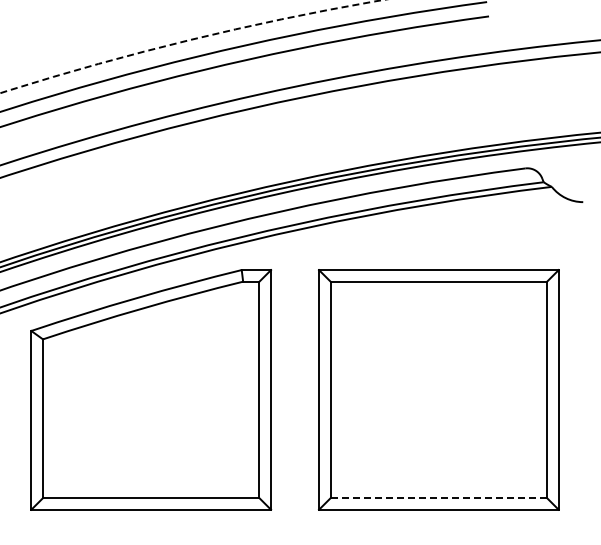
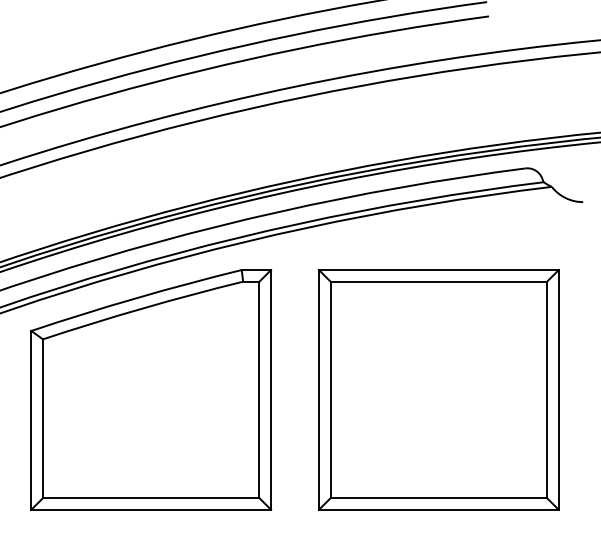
arc at (189, 40): dashed -> solid
line at (439, 498): dashed -> solid
